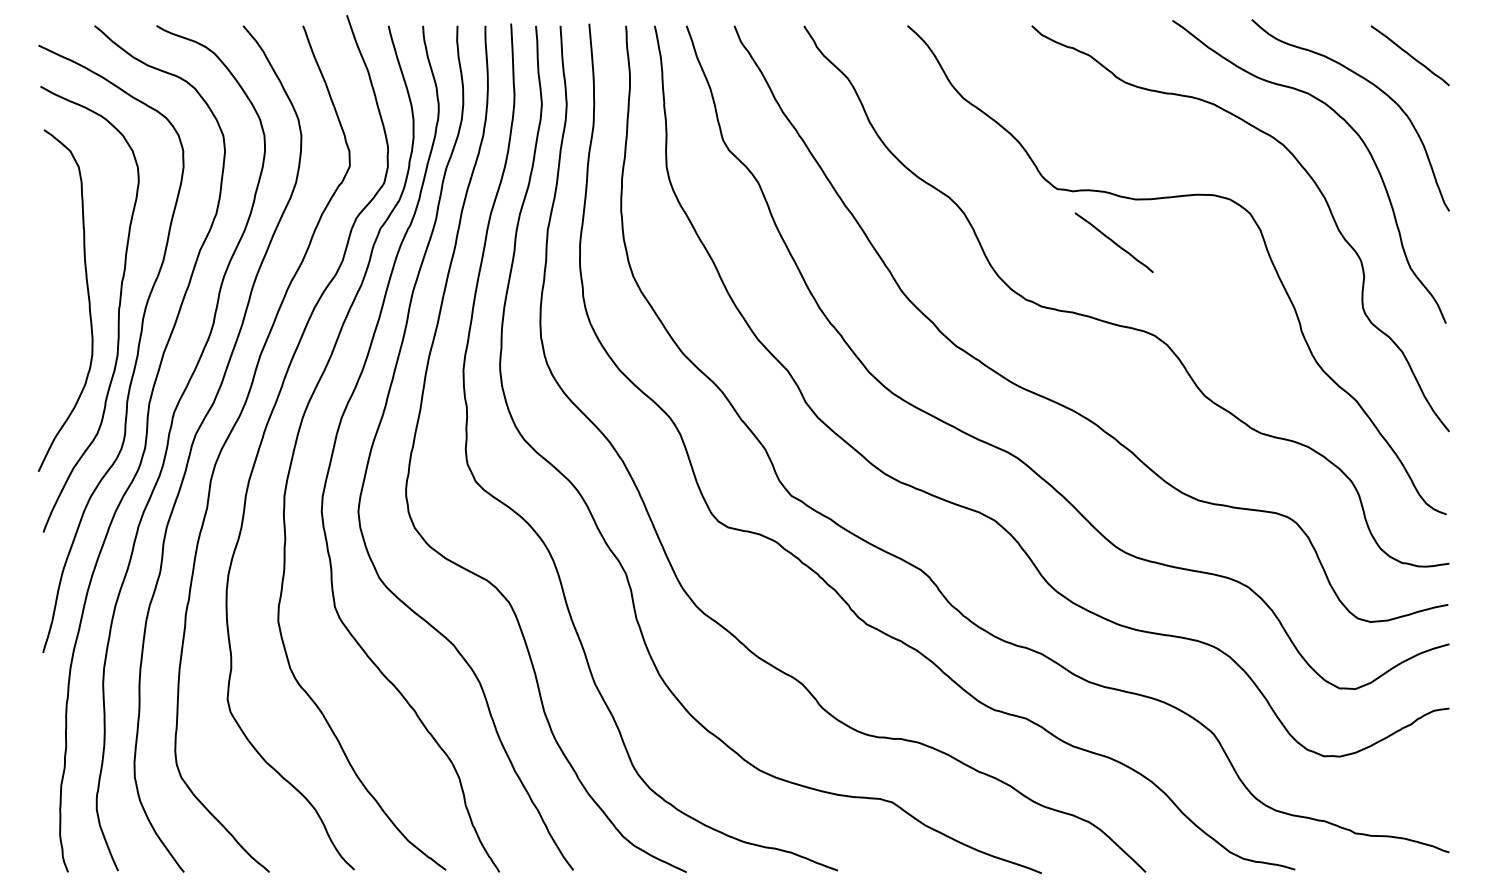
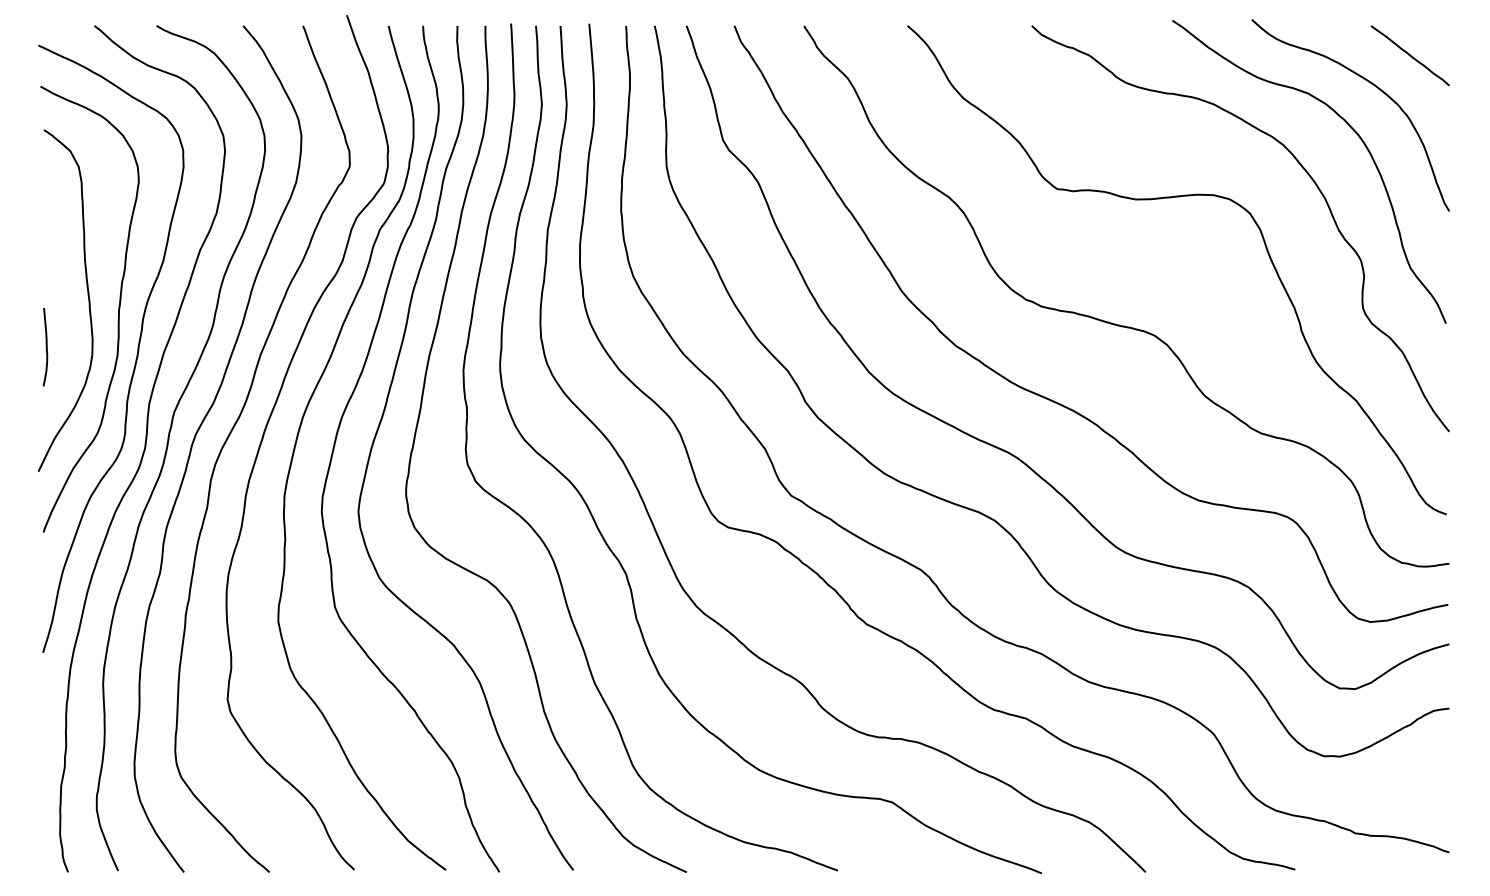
line at (1113, 242): present -> none
curve at (45, 347): none -> present
